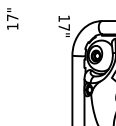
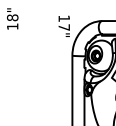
text at (12, 17): 17" -> 18"
